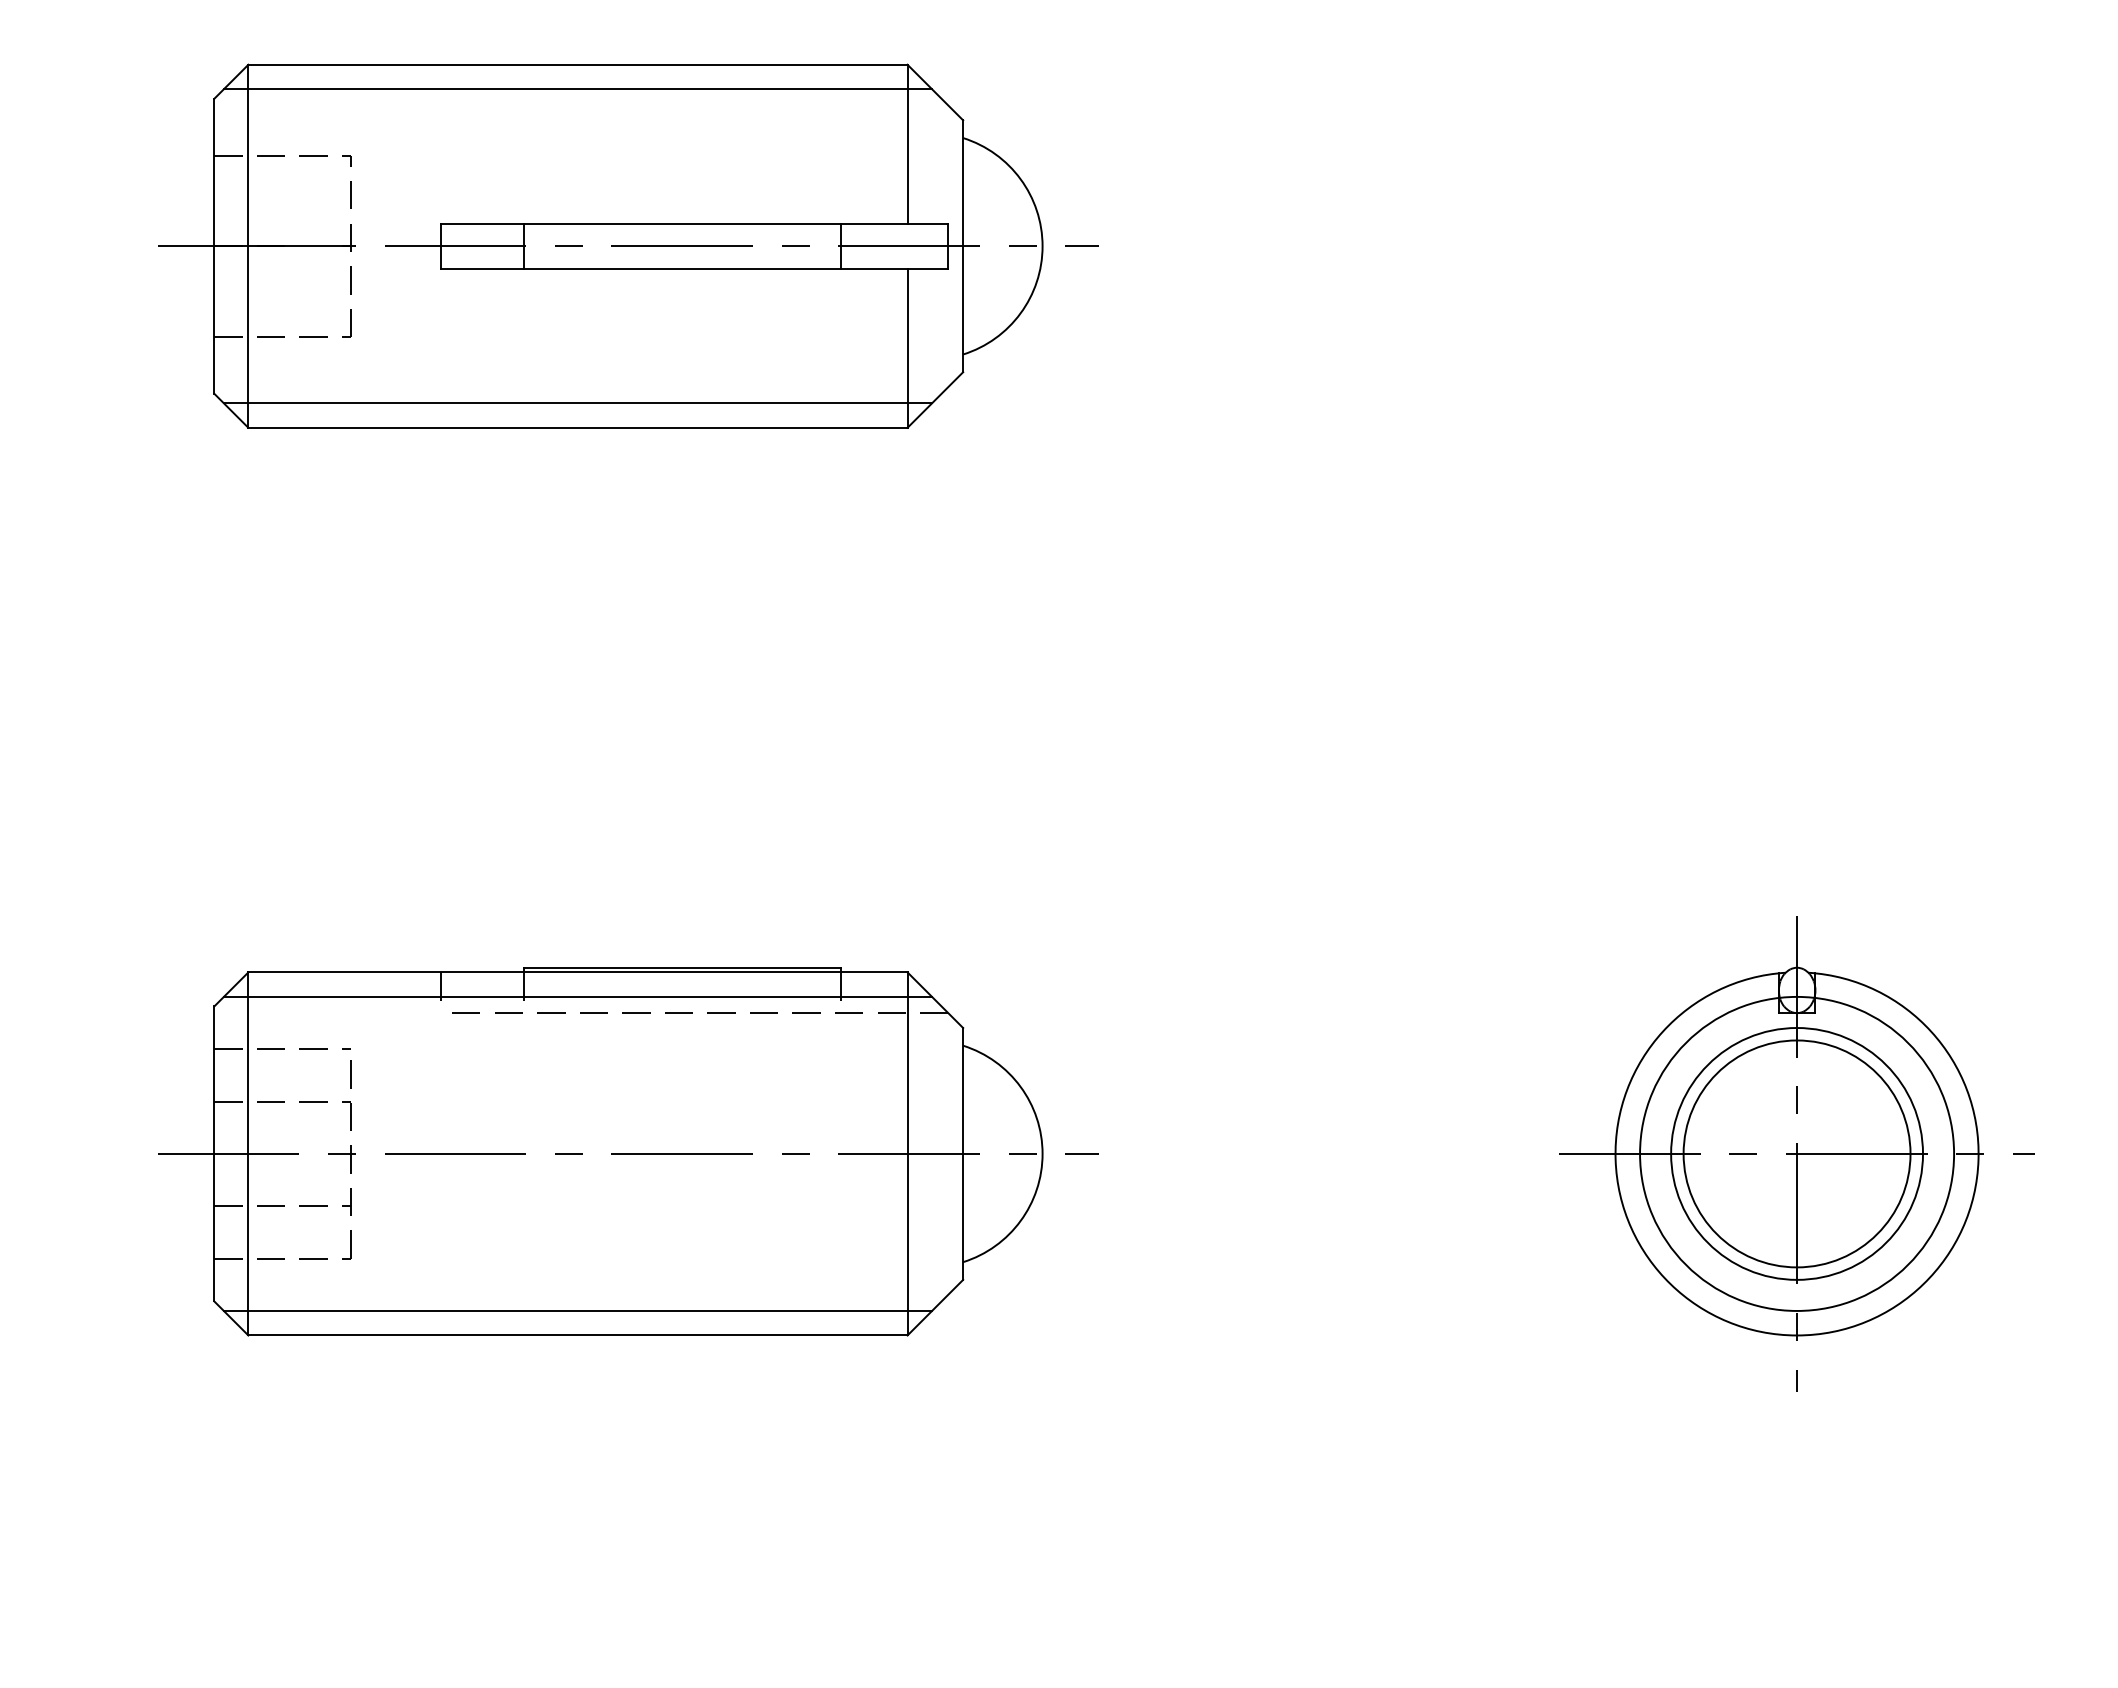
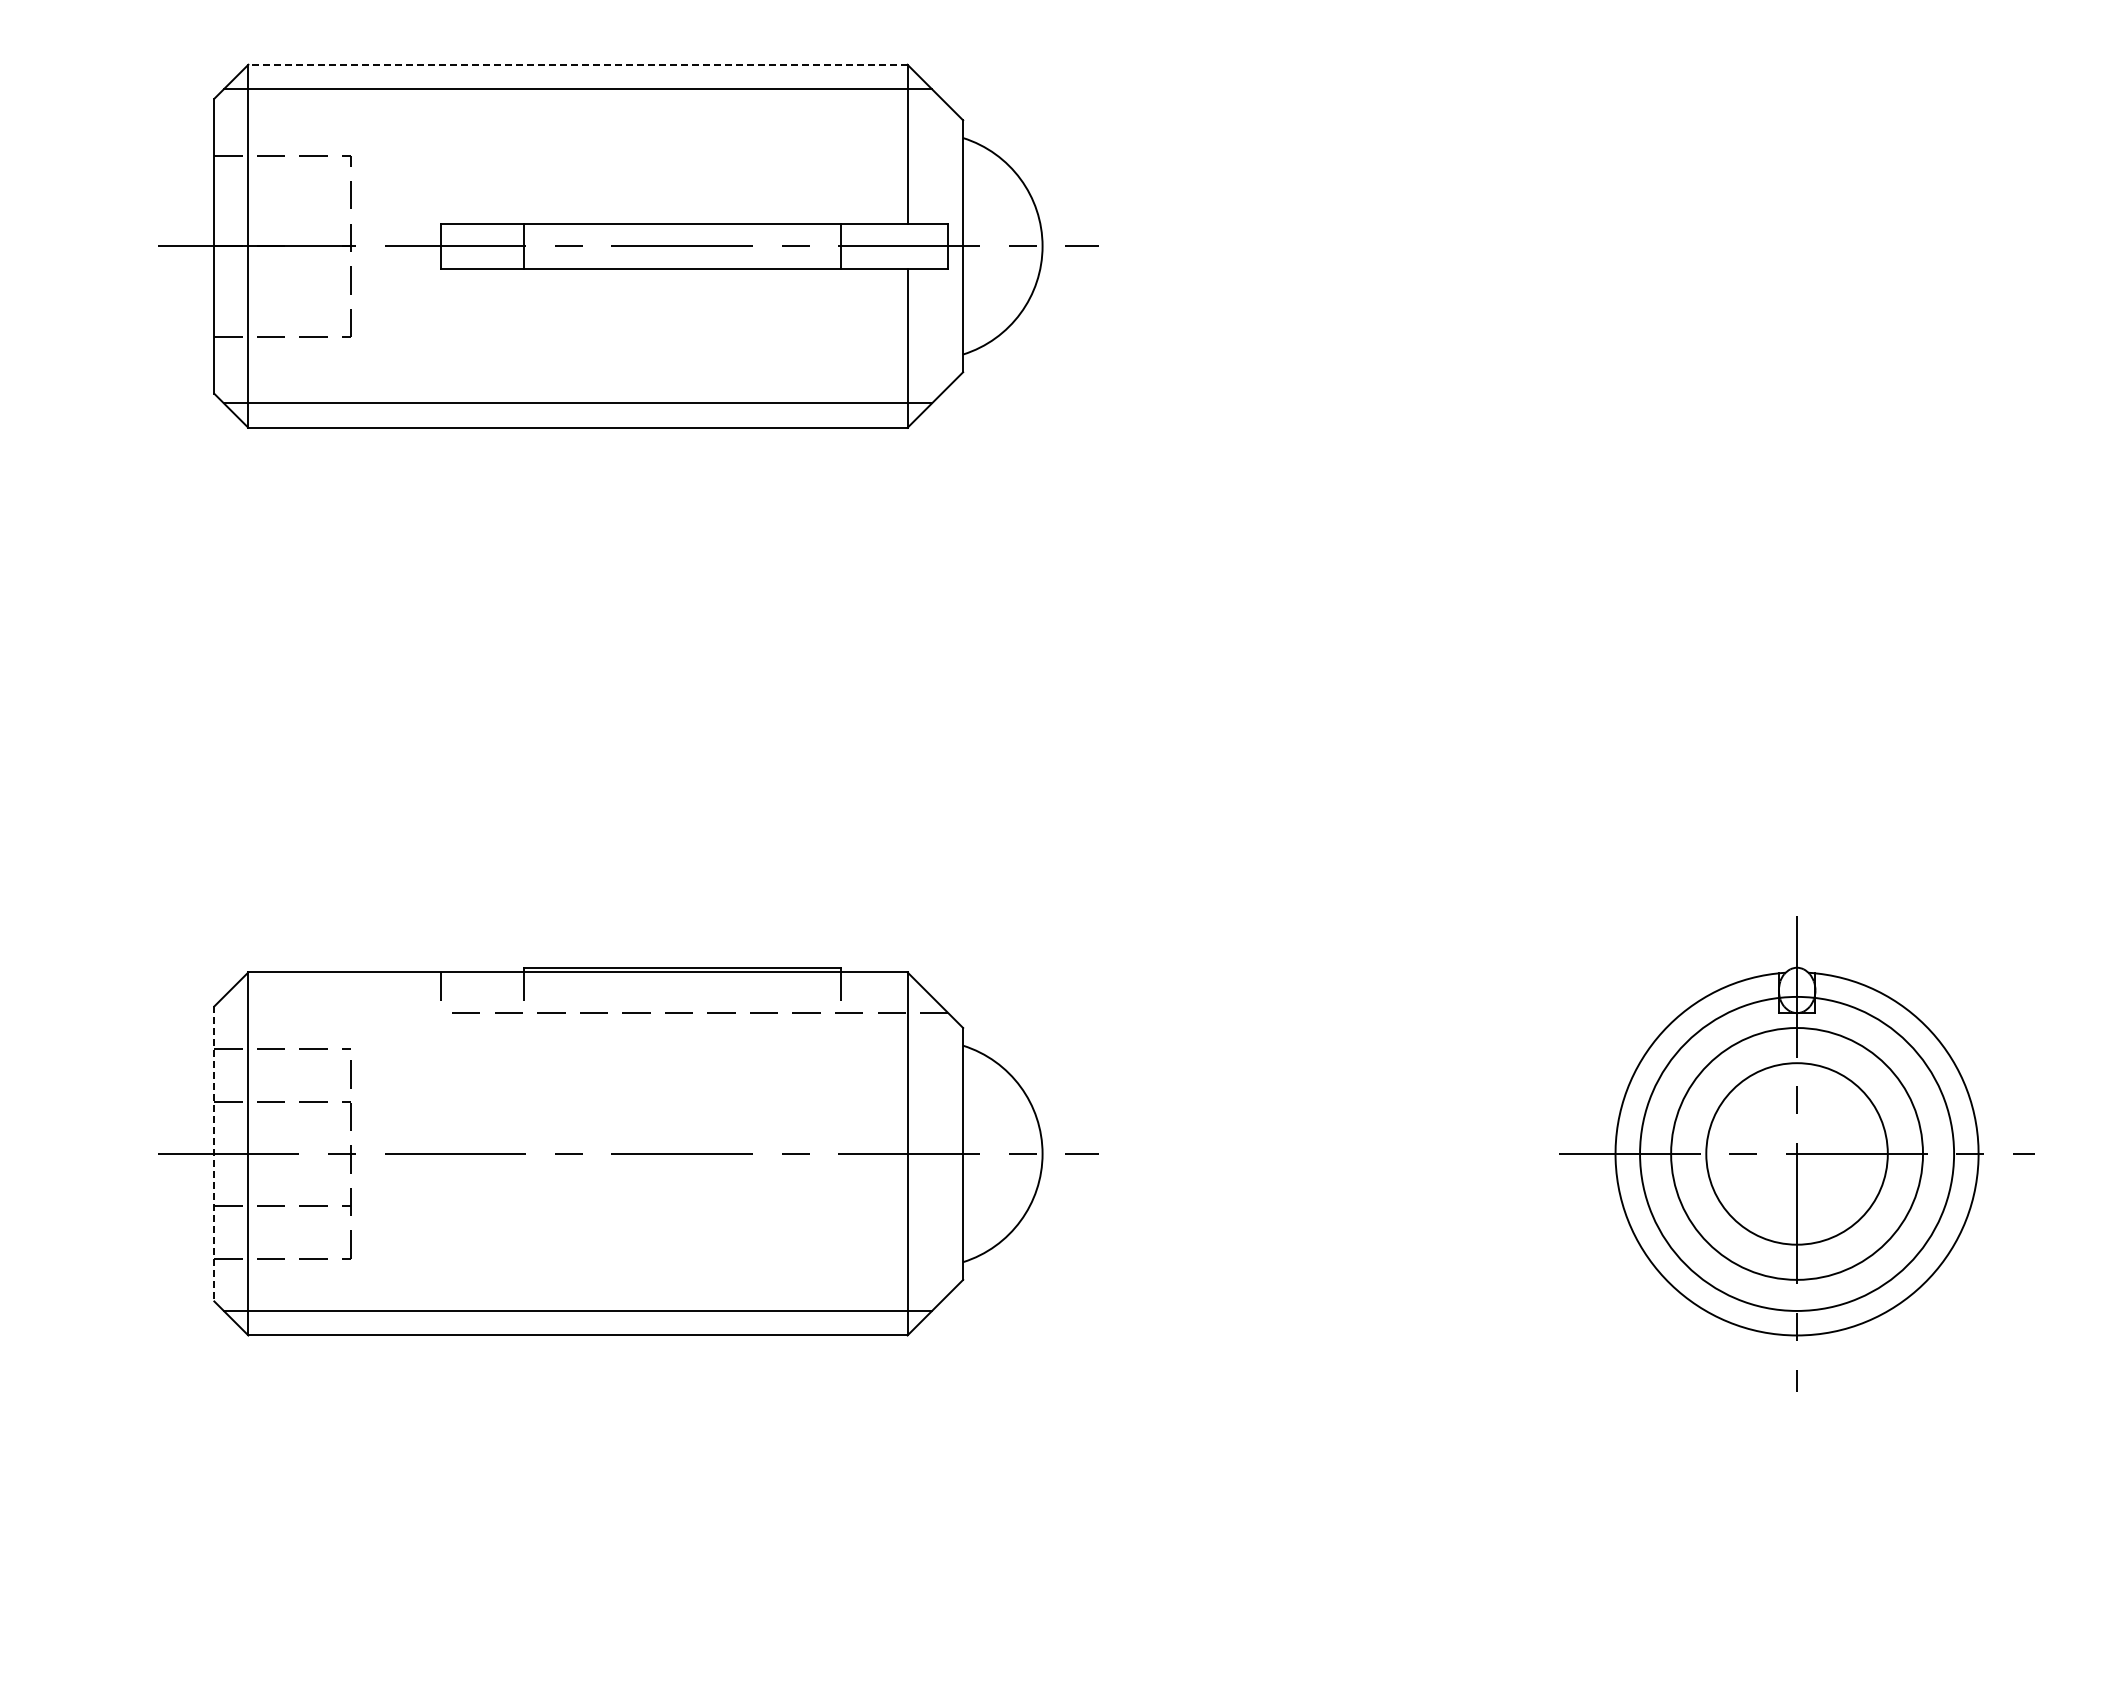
line at (577, 64): solid -> dashed
line at (577, 996): present -> none
circle at (1796, 1153) diameter: 227 px -> 182 px
line at (214, 1154): solid -> dashed
